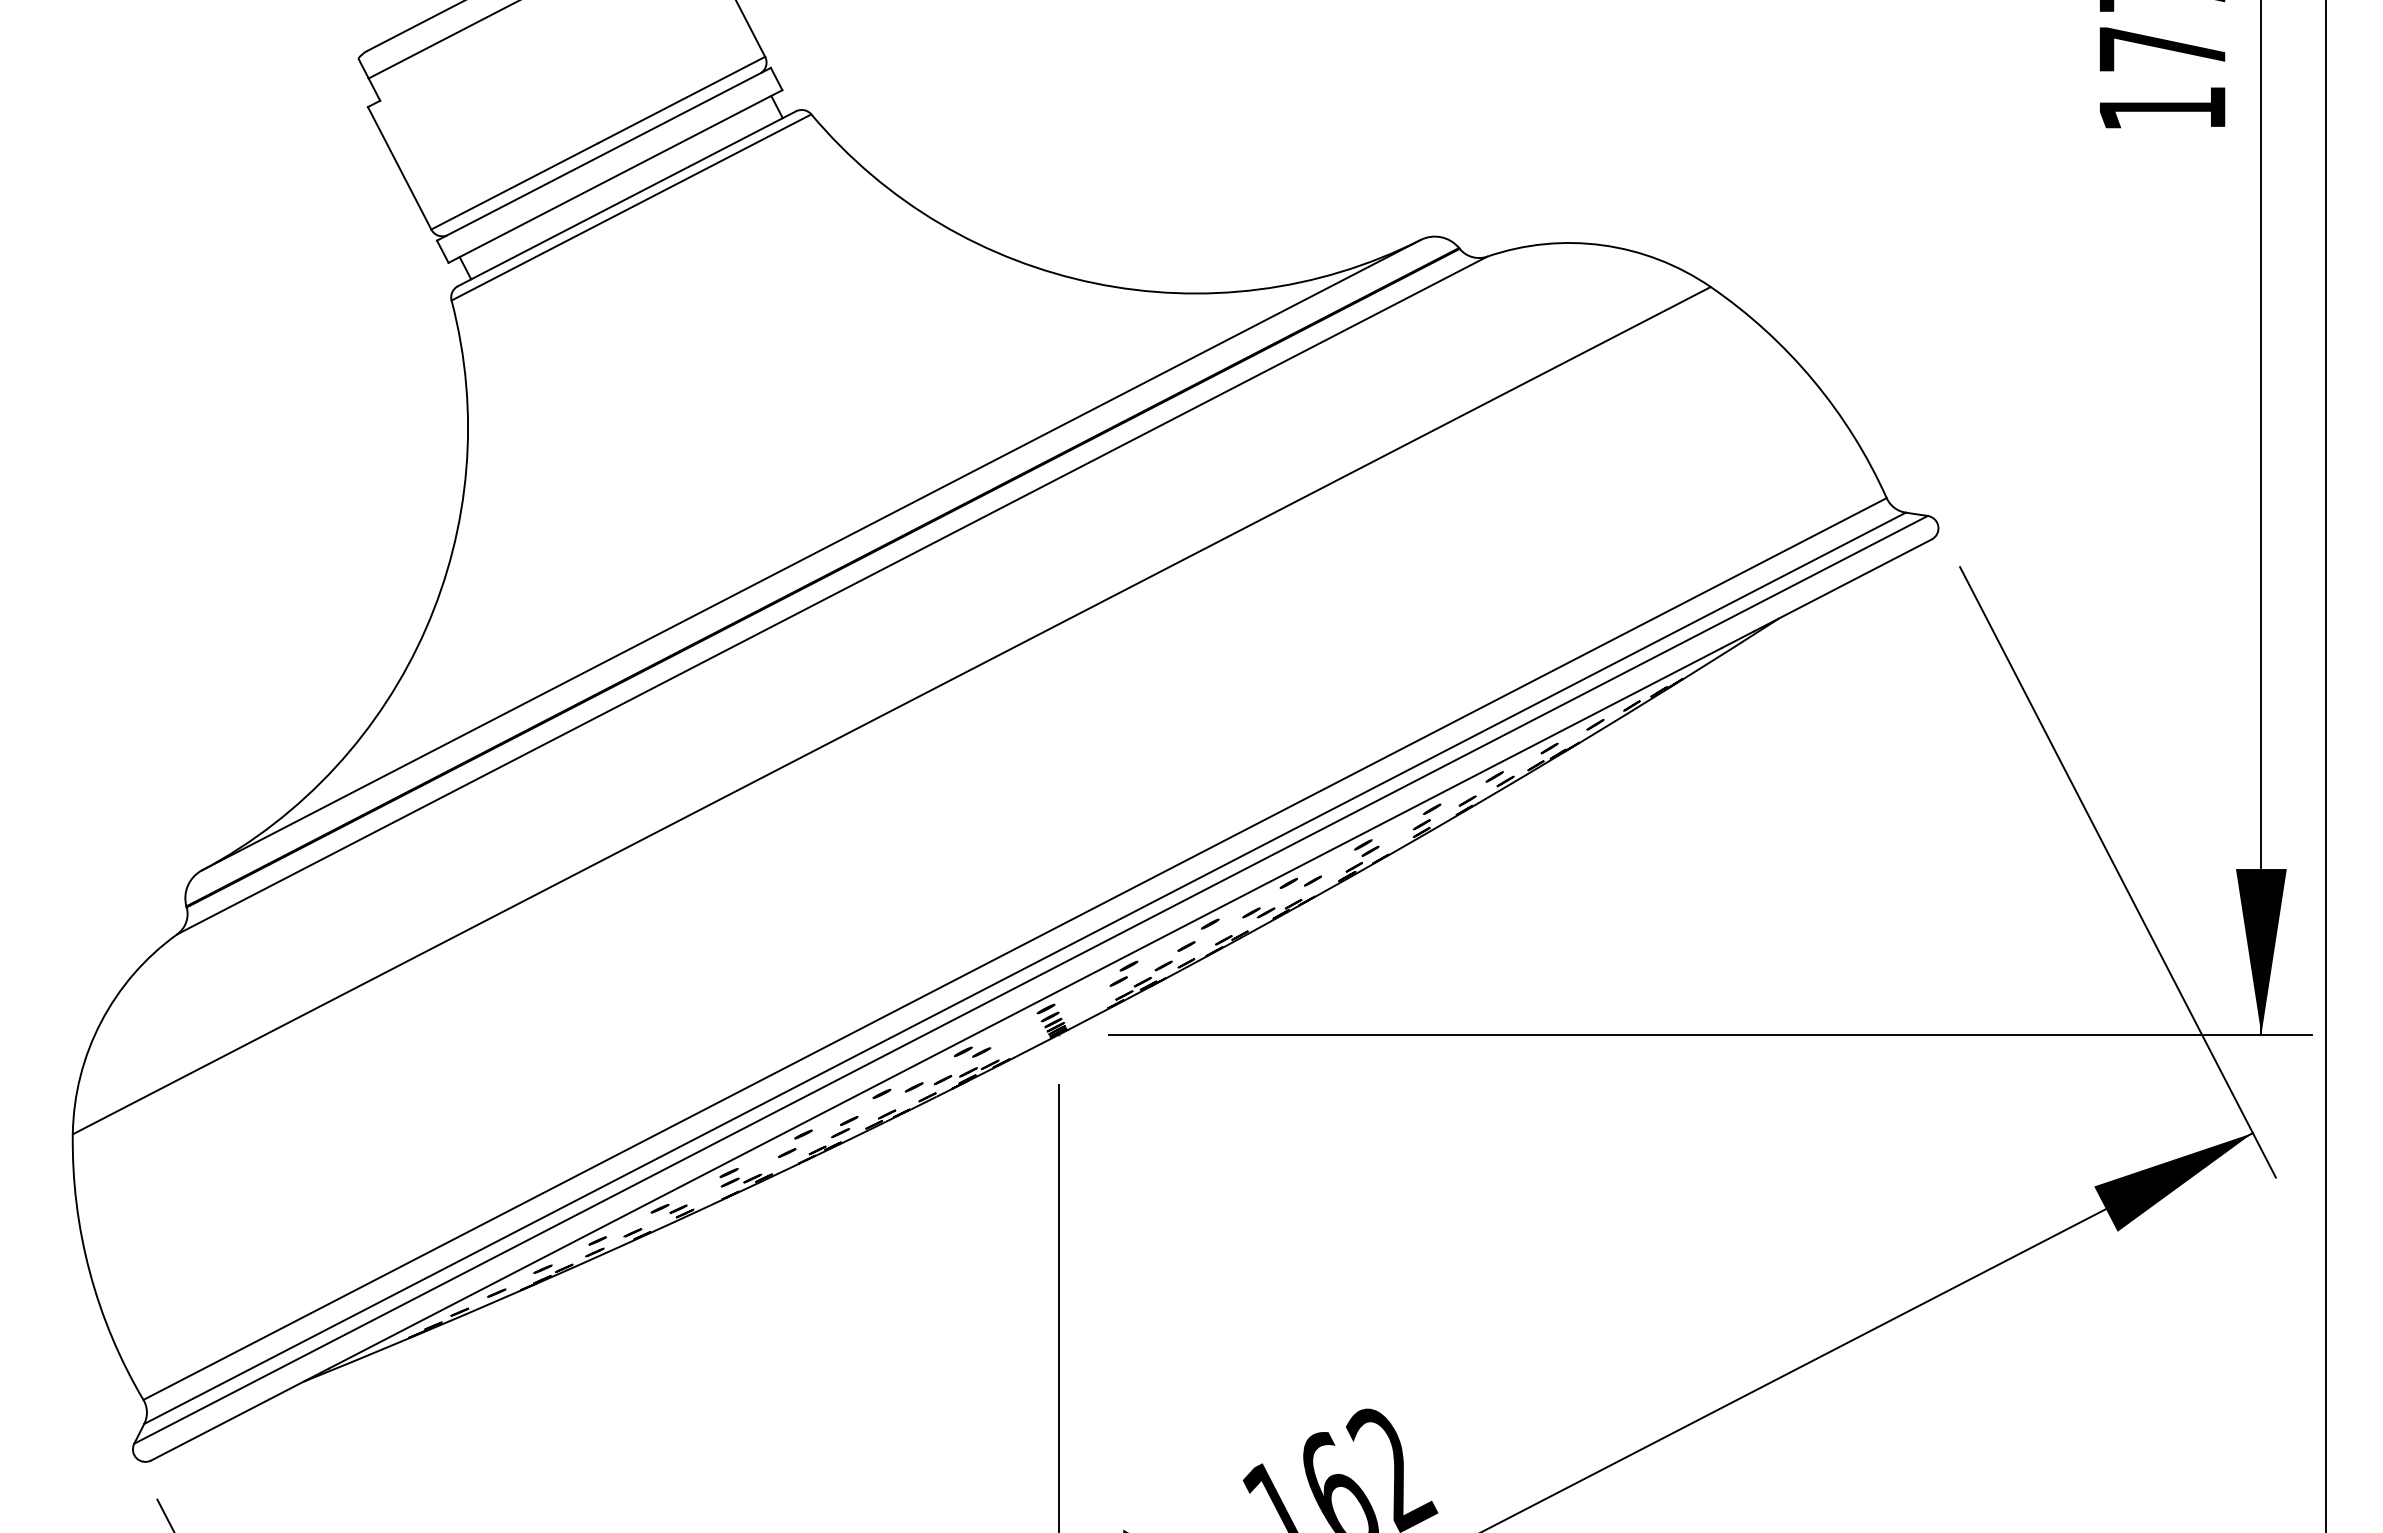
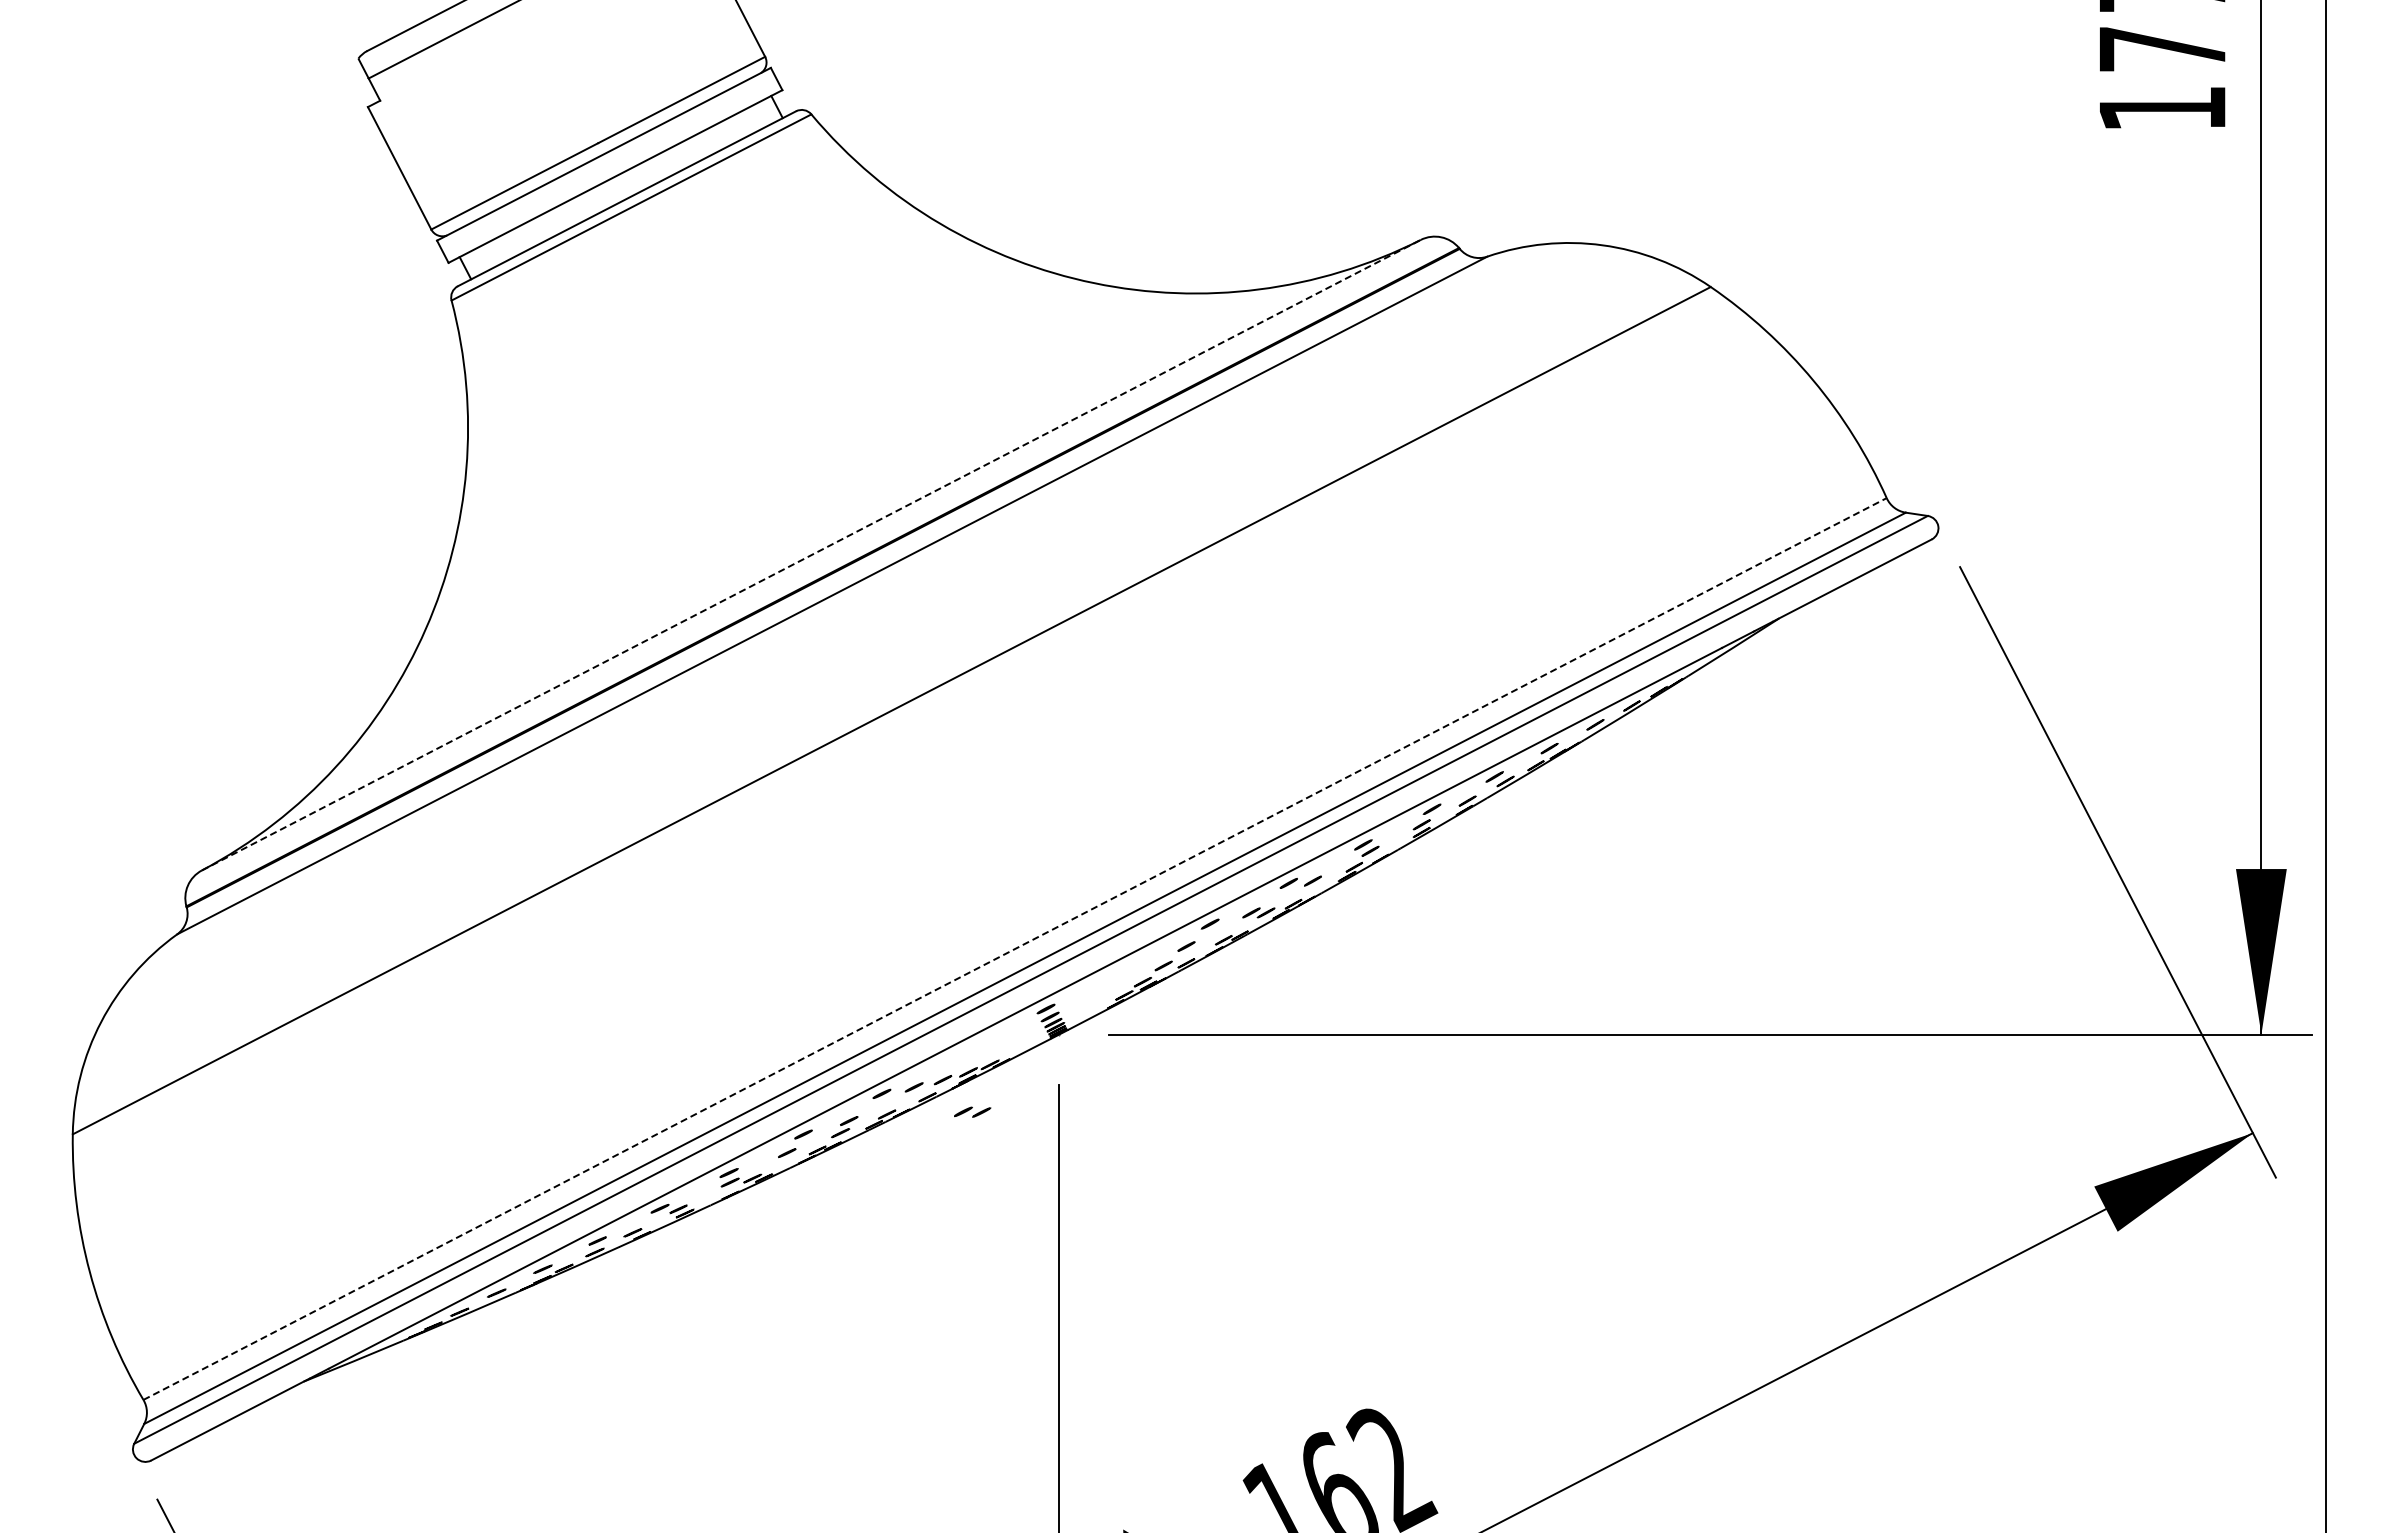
line at (811, 554): solid -> dashed
line at (1015, 948): solid -> dashed
part at (1123, 973): present -> none
part at (972, 1051) position: (972, 1051) -> (972, 1111)
